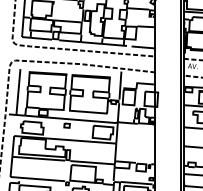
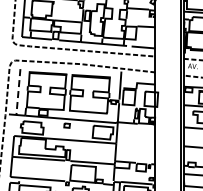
line at (18, 92): solid -> dashed
